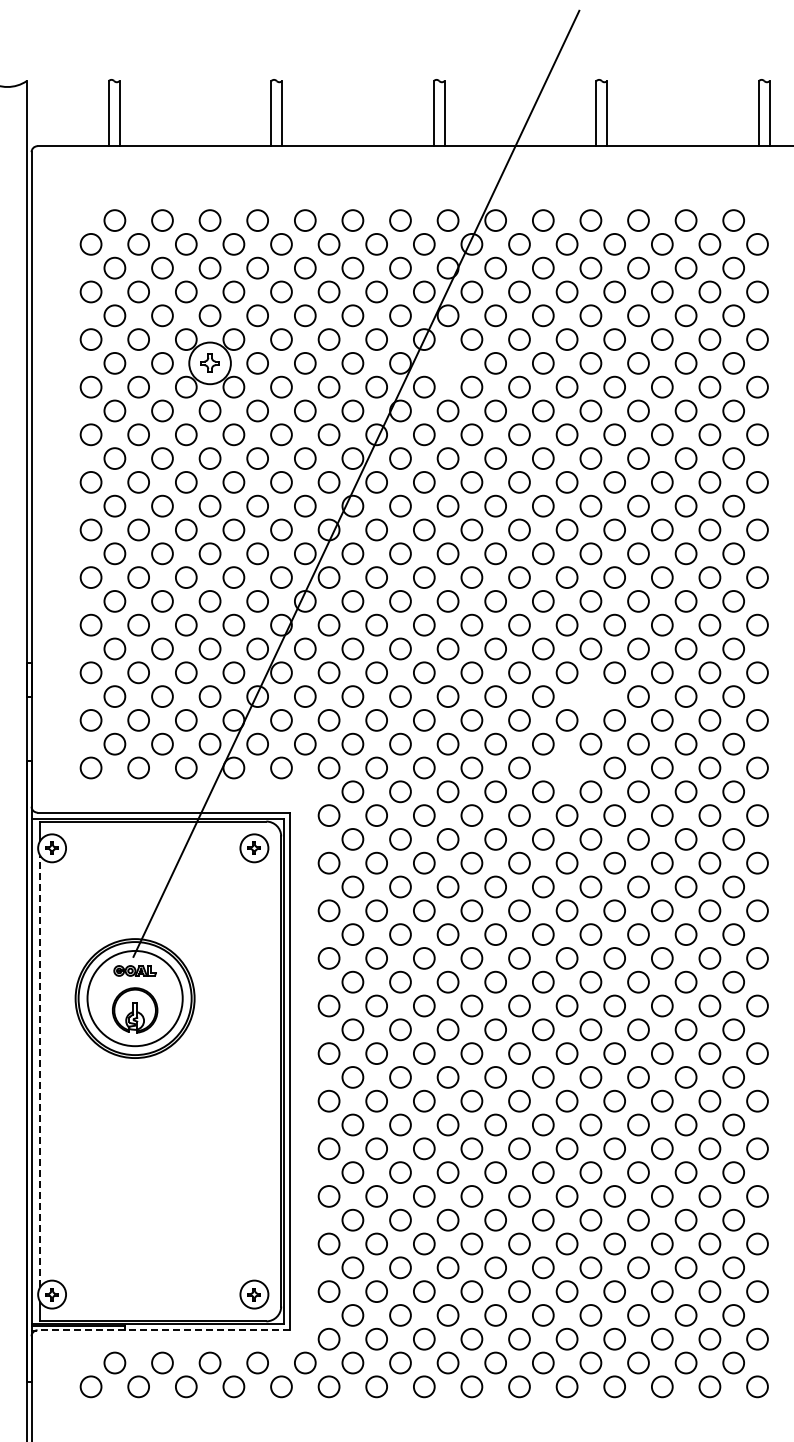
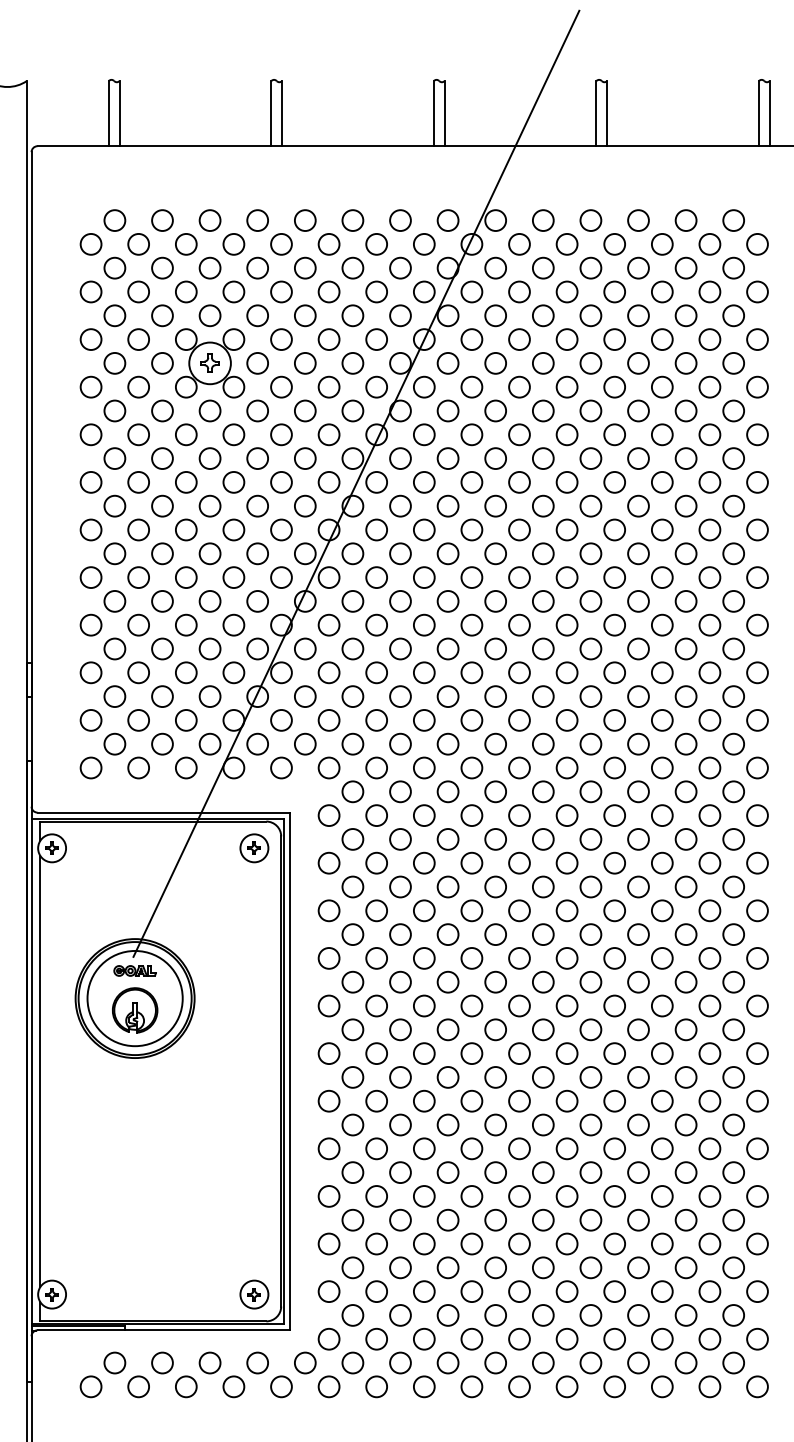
circle at (447, 363): none -> present
circle at (590, 696): none -> present
circle at (566, 767): none -> present
line at (40, 1071): dashed -> solid
line at (163, 1330): dashed -> solid
